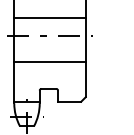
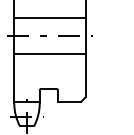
line at (49, 62) position: (49, 62) -> (49, 54)
